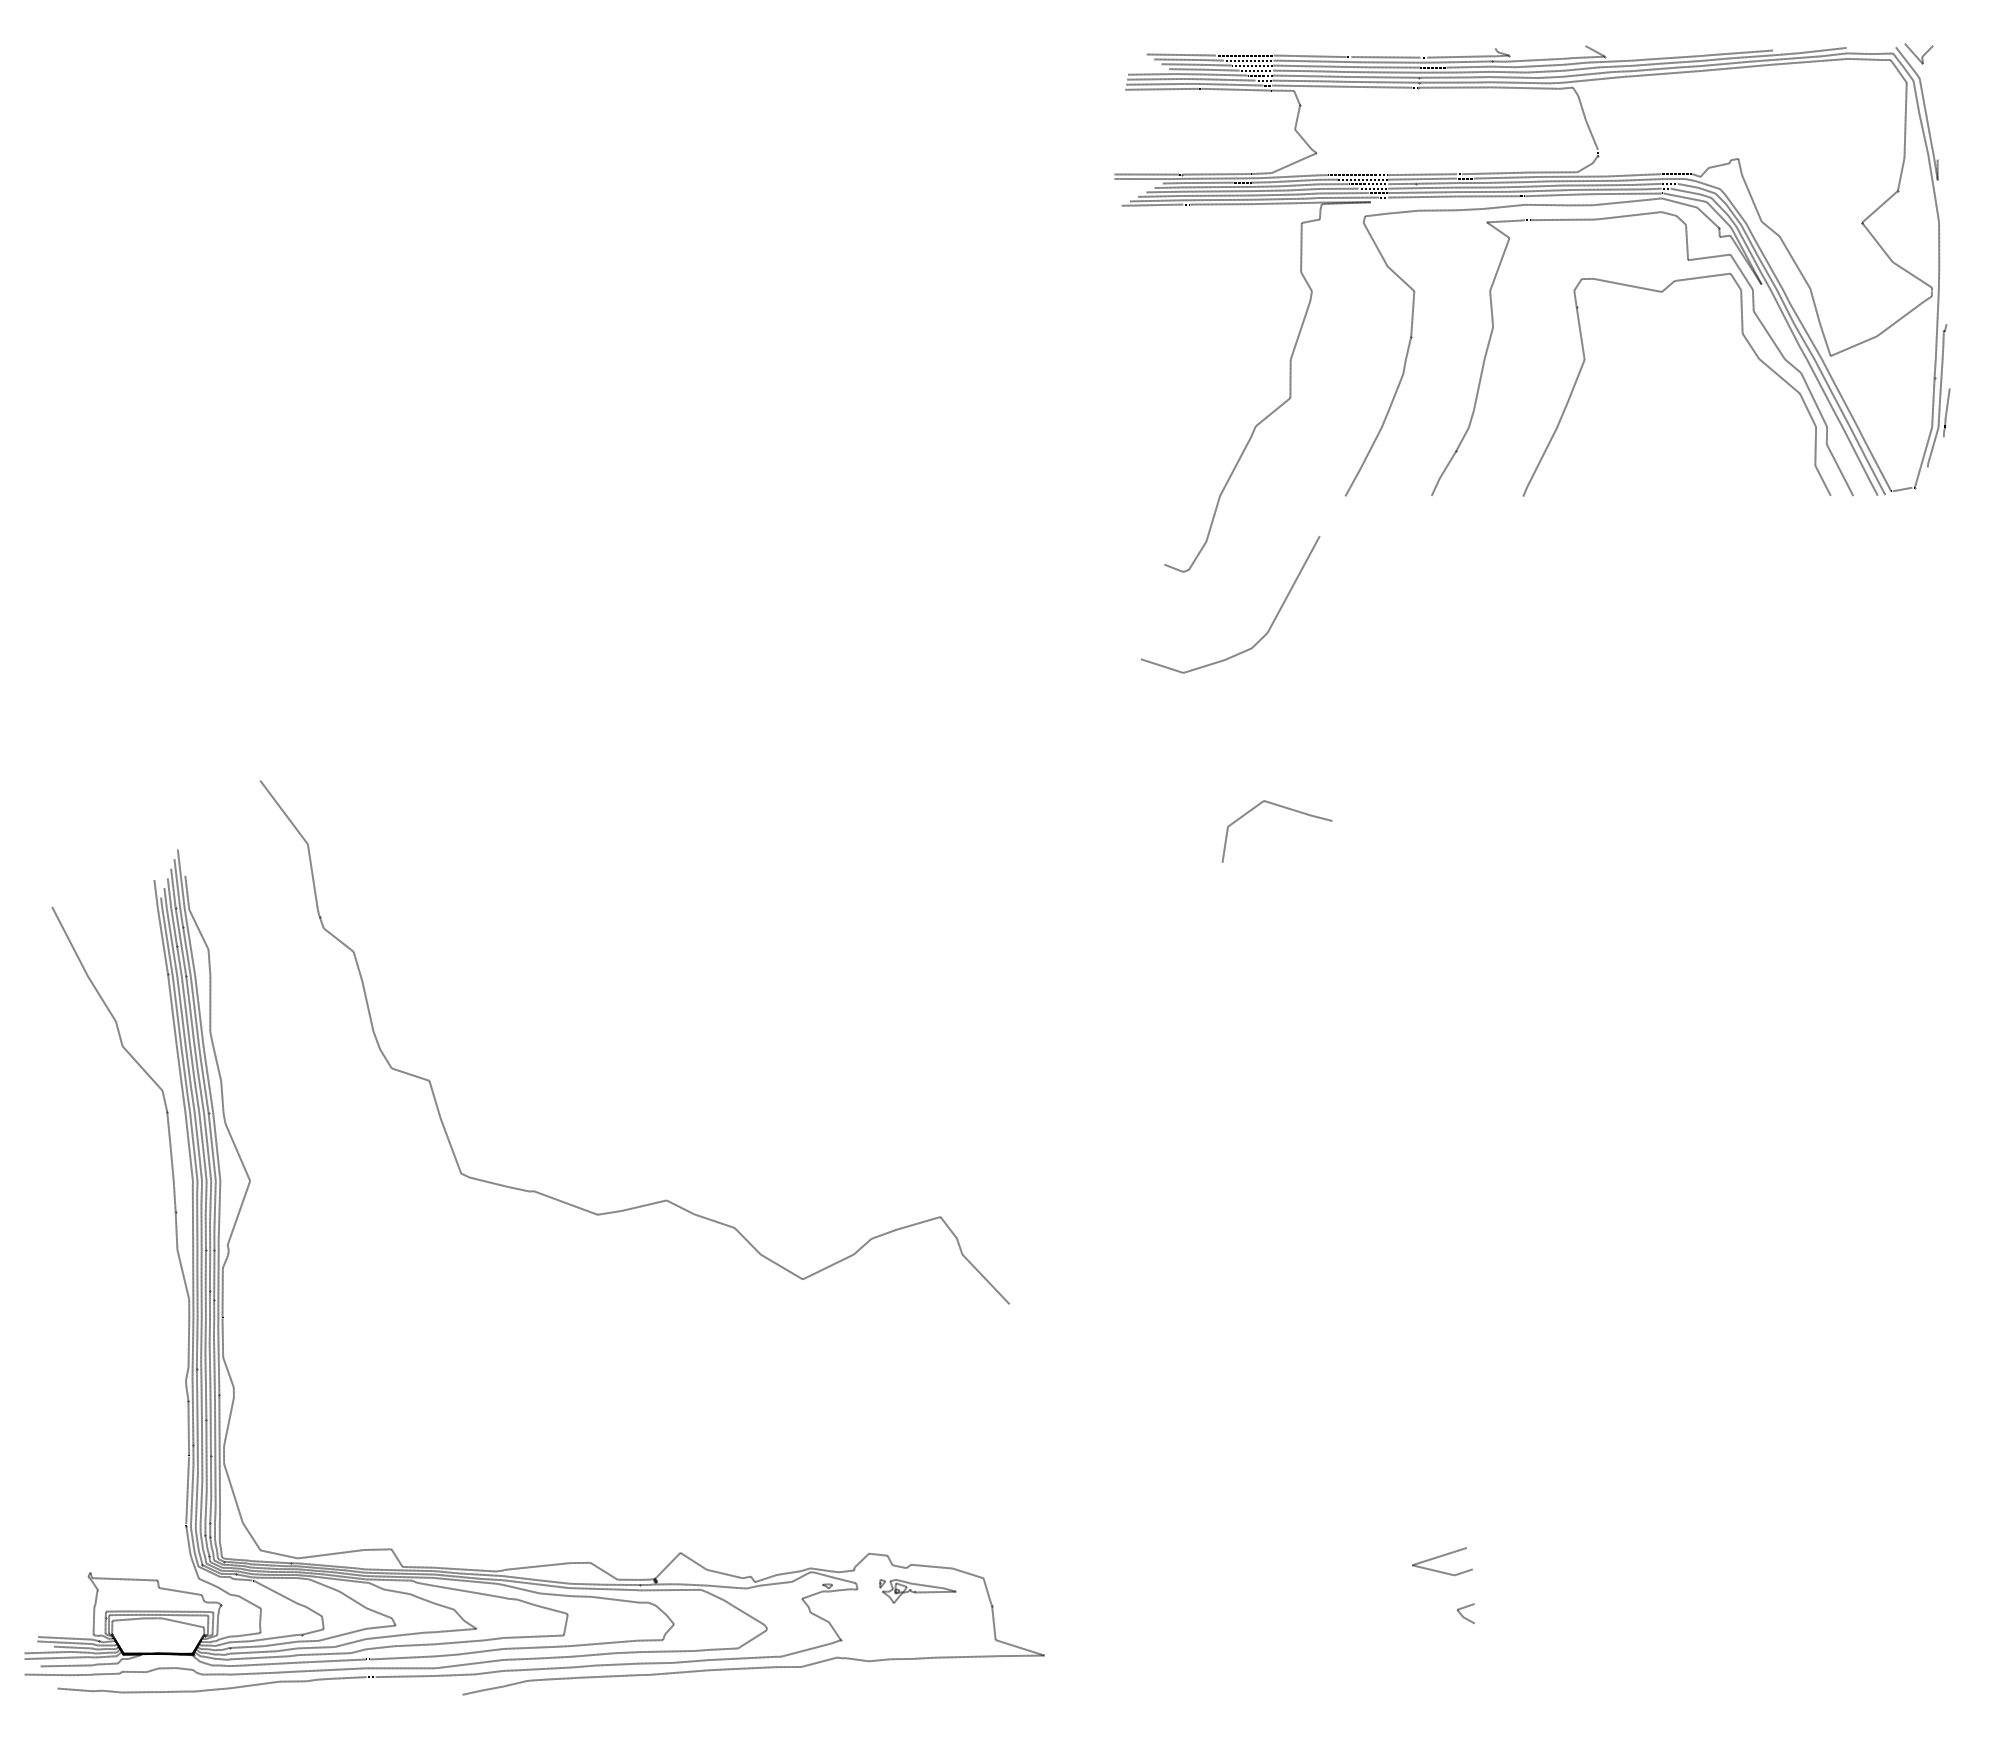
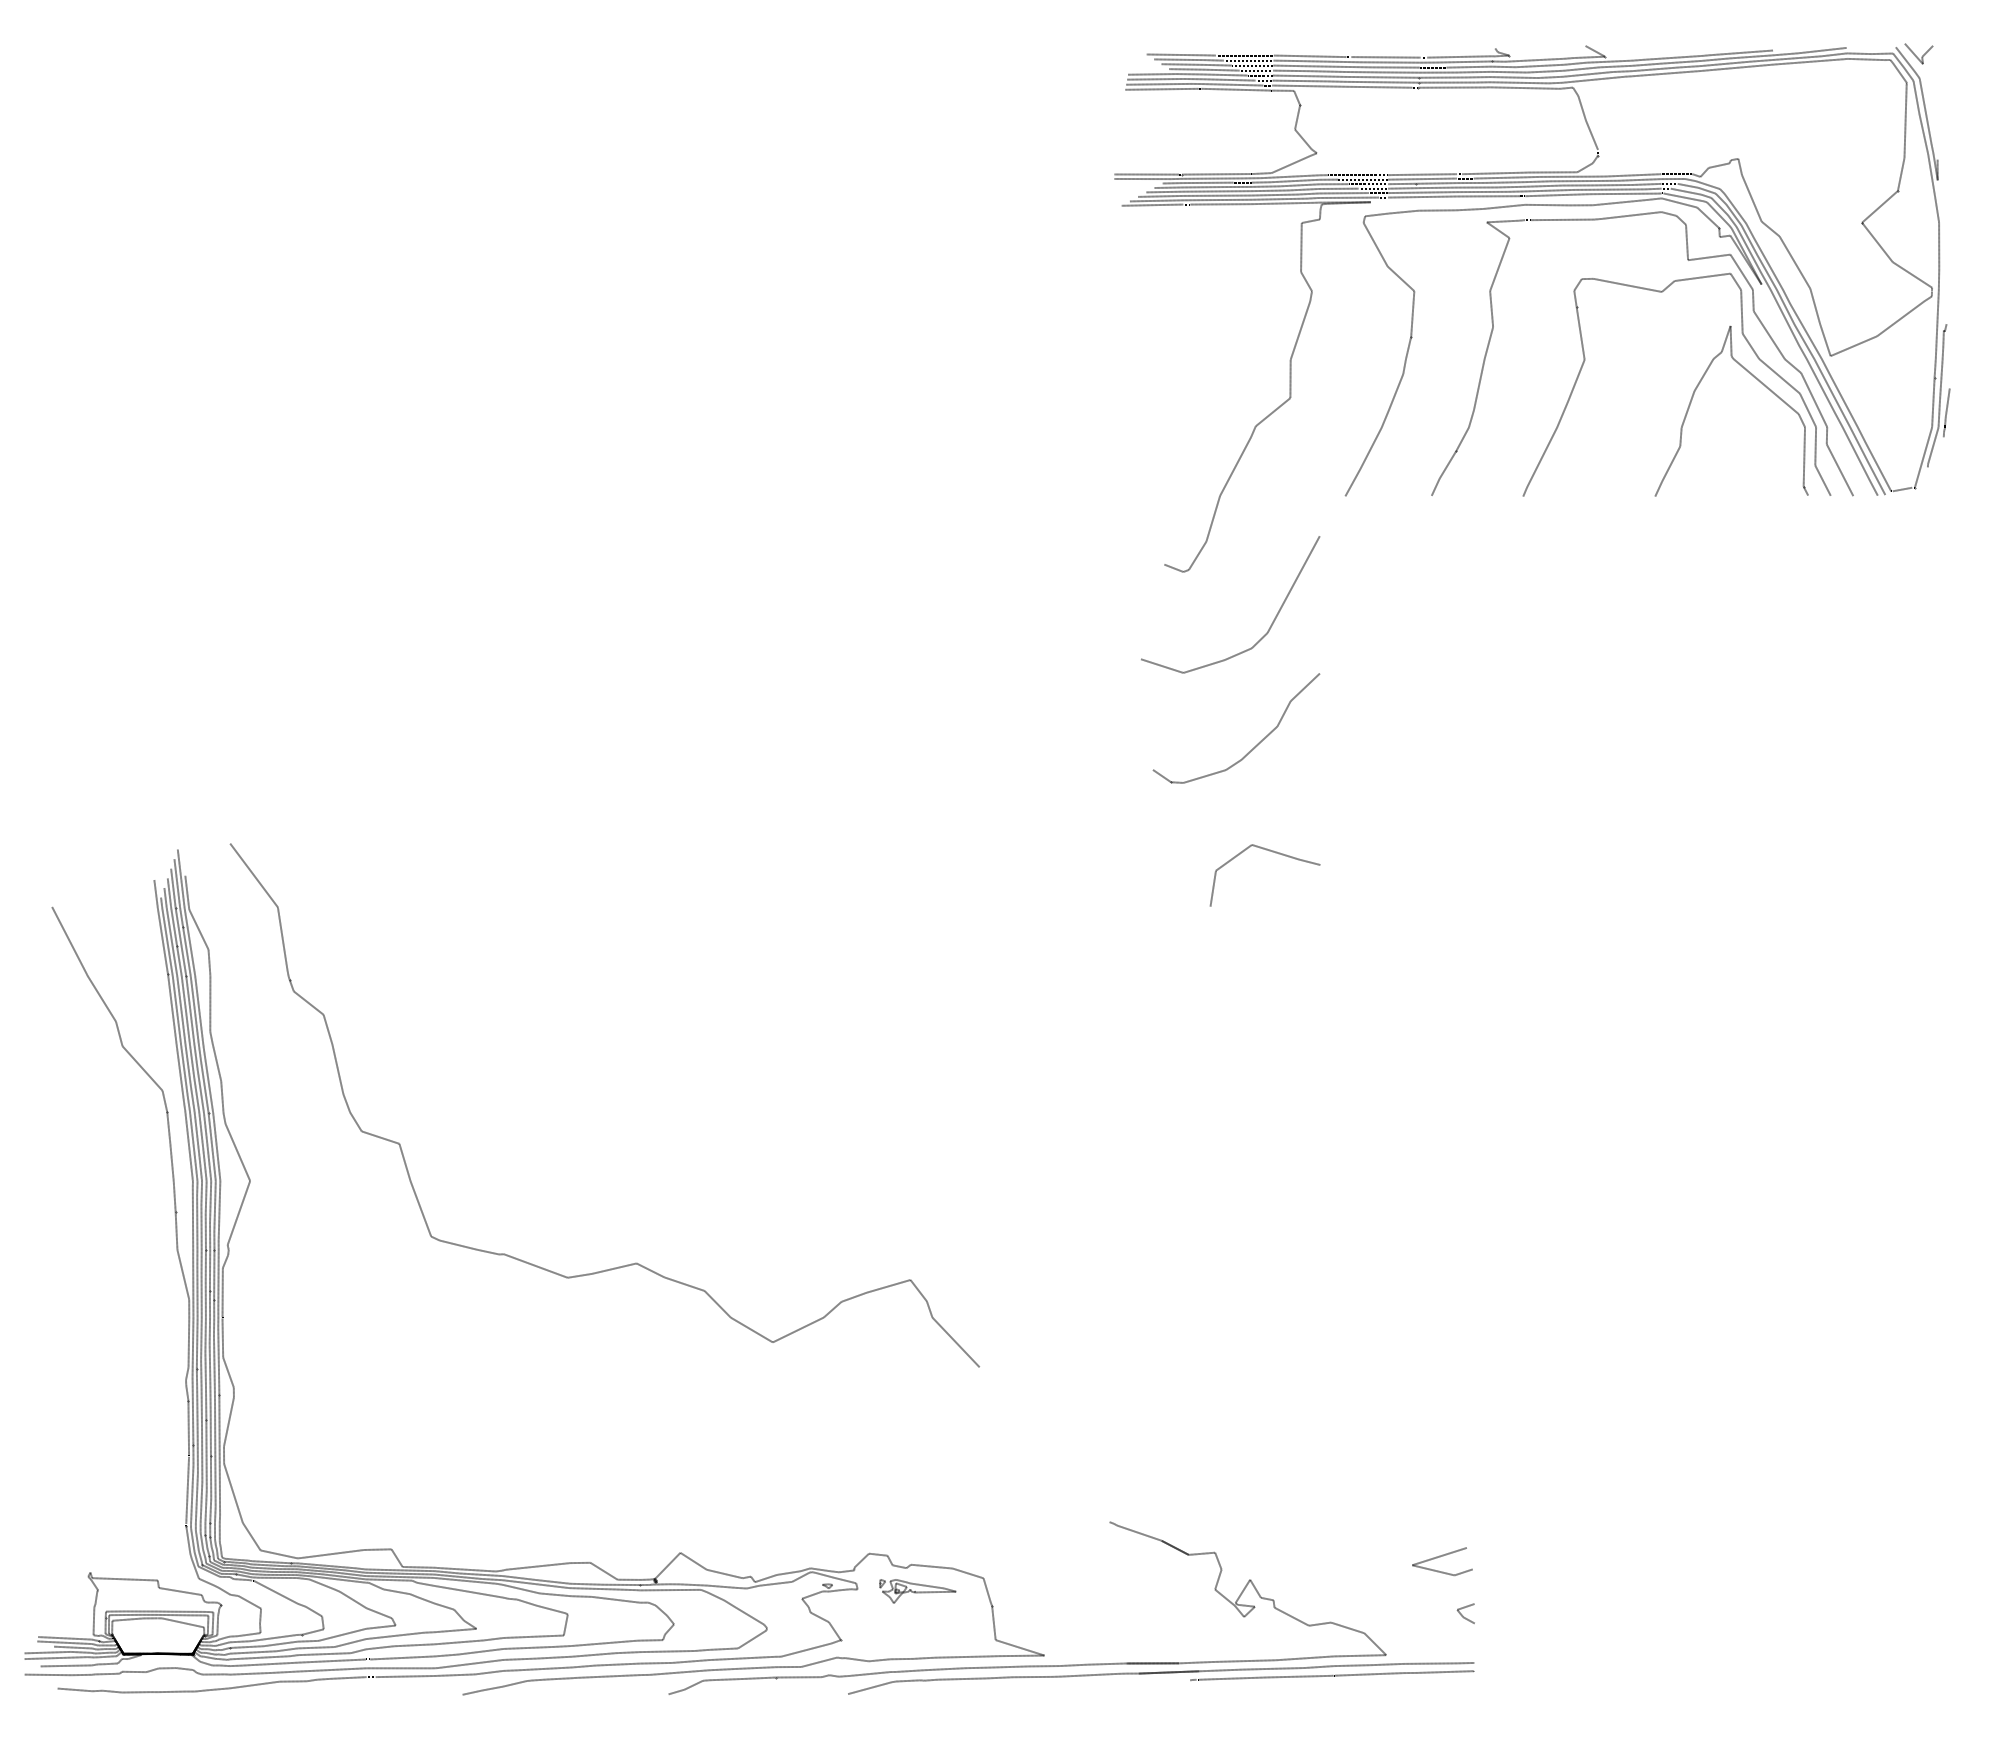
curve at (1759, 382): none -> present
curve at (1254, 746): none -> present
line at (1284, 808) position: (1284, 808) -> (1272, 852)
curve at (665, 1199) position: (665, 1199) -> (635, 1262)
part at (1071, 1664): none -> present
